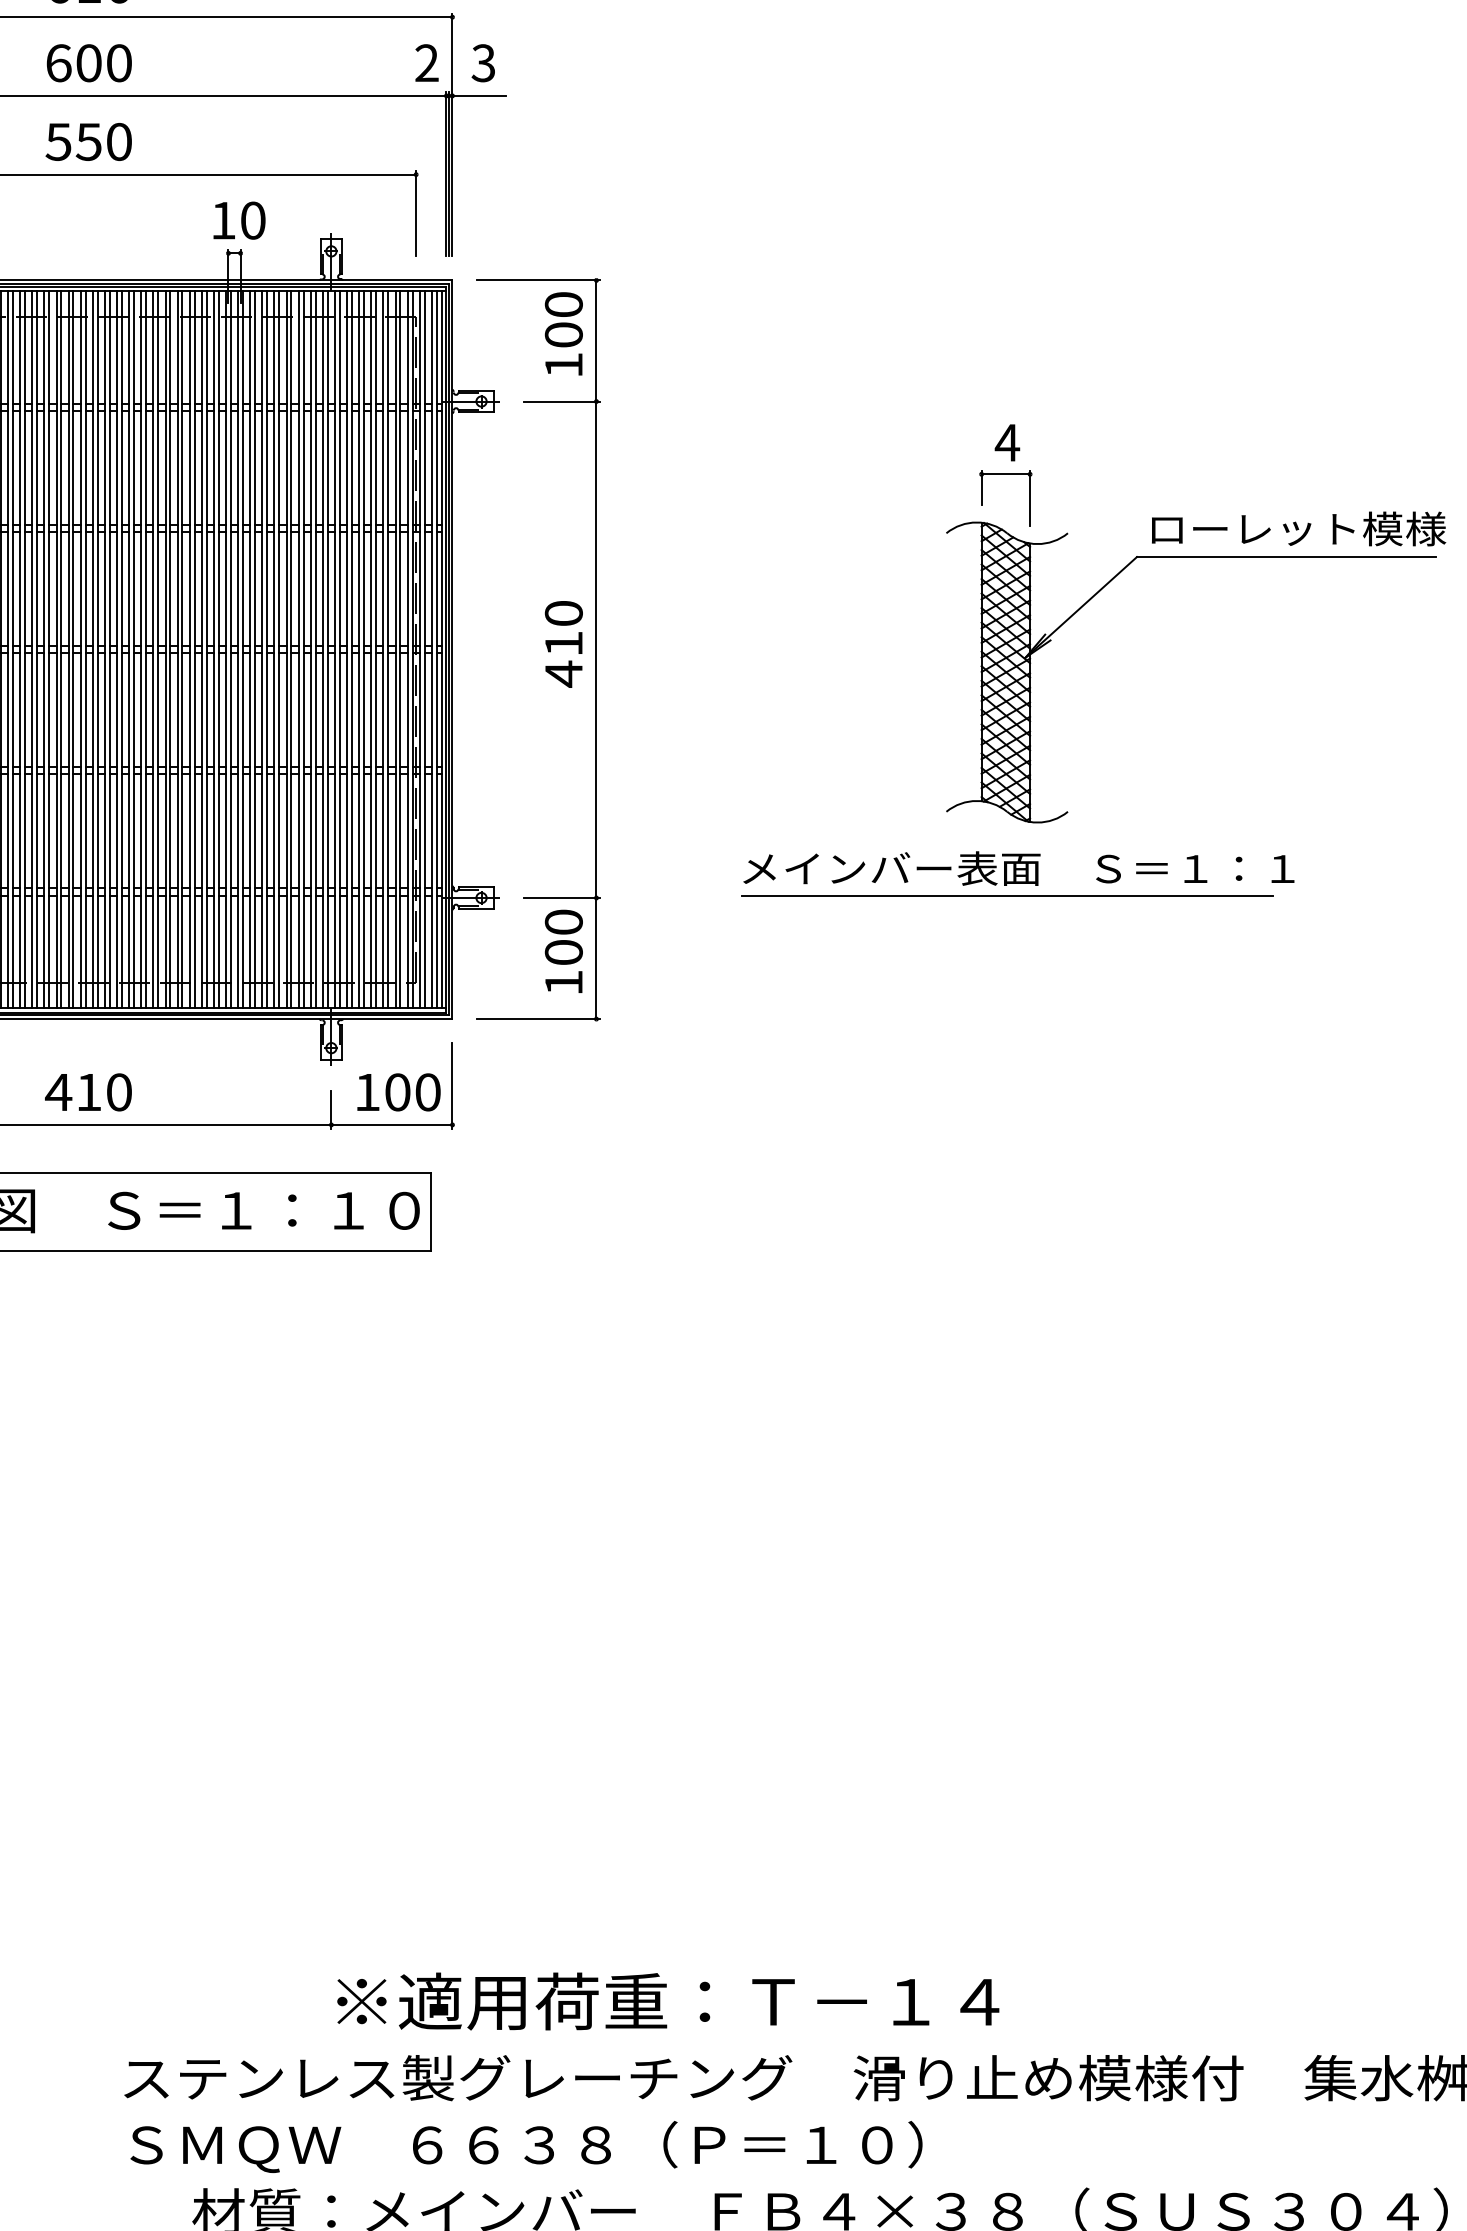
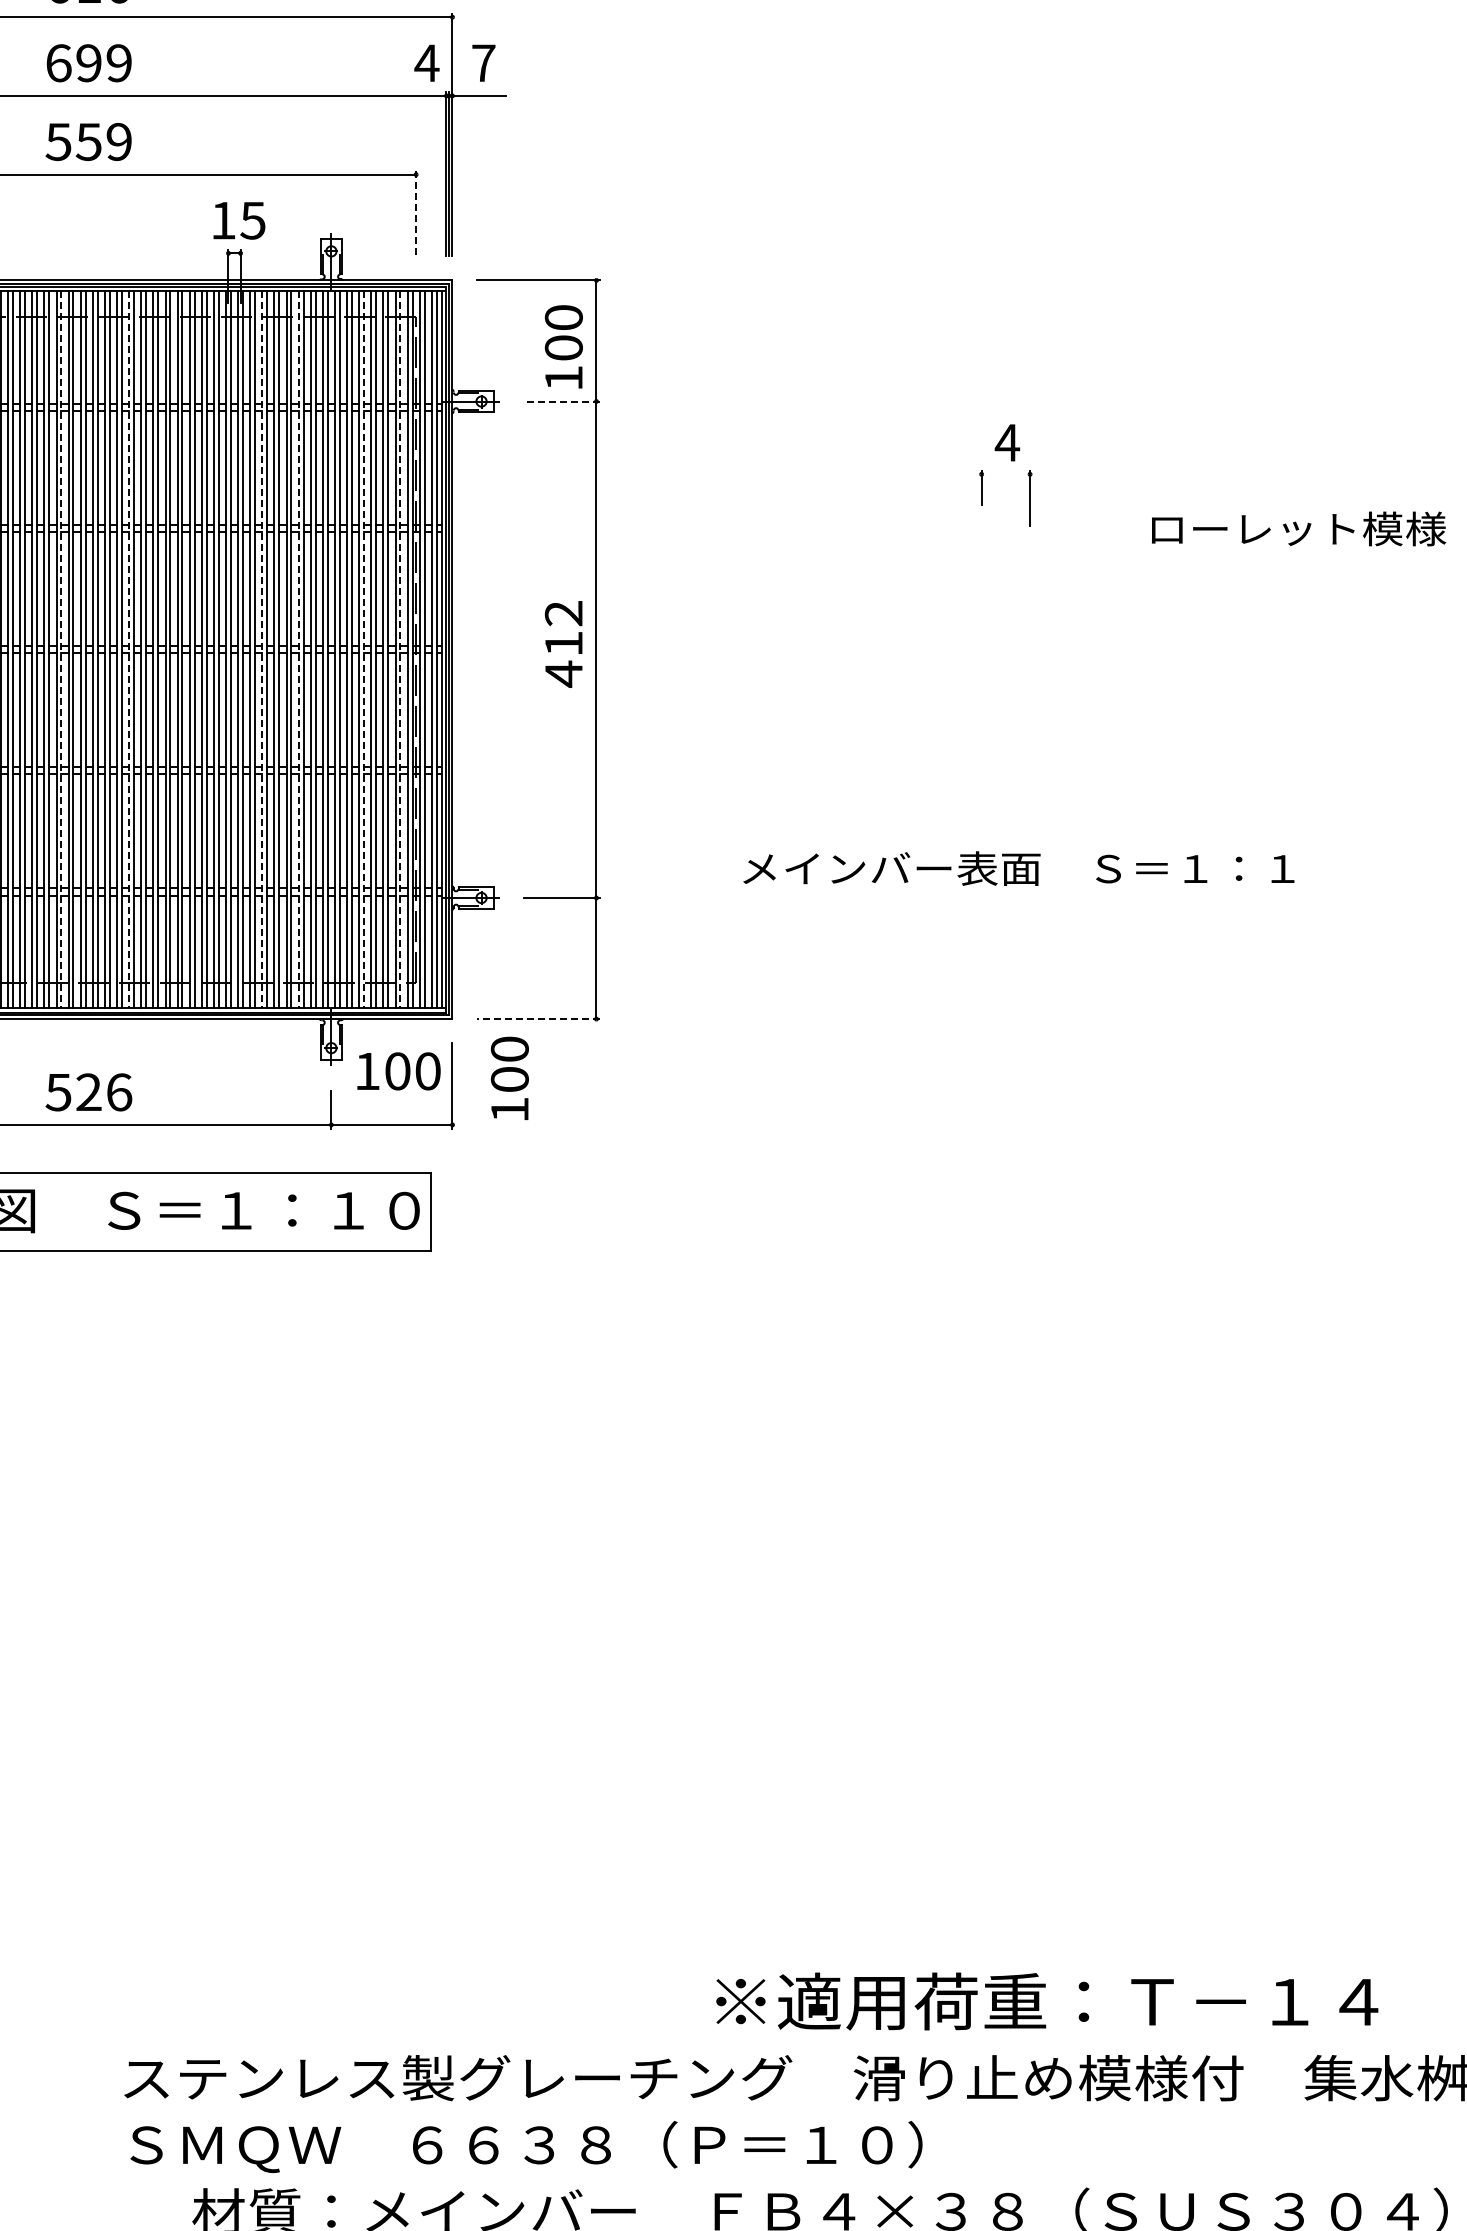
text at (426, 62): 2 -> 4
text at (103, 63): 600 -> 699
text at (483, 63): 3 -> 7
text at (118, 141): 550 -> 559
line at (416, 213): solid -> dashed
text at (252, 220): 10 -> 15
text at (563, 333) position: (563, 333) -> (563, 346)
line at (561, 401): solid -> dashed
line at (1005, 474): present -> none
part at (1191, 557): present -> none
text at (563, 613): 410 -> 412
line at (61, 650): solid -> dashed
line at (129, 650): solid -> dashed
line at (262, 650): solid -> dashed
line at (298, 650): solid -> dashed
line at (364, 650): solid -> dashed
line at (400, 650): solid -> dashed
line at (1007, 895): present -> none
text at (563, 950) position: (563, 950) -> (509, 1077)
line at (538, 1019): solid -> dashed
text at (88, 1092): 410 -> 526
text at (398, 1092) position: (398, 1092) -> (398, 1071)
text at (668, 2001) position: (668, 2001) -> (1047, 2001)
